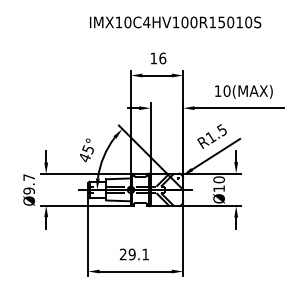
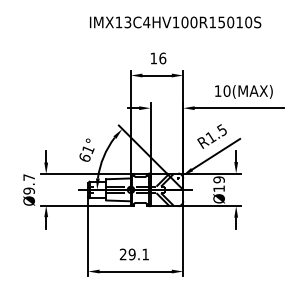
text at (127, 22): IMX10C4HV100R15010S -> IMX13C4HV100R15010S
text at (86, 153): 45° -> 61°
text at (218, 179): Ø10 -> Ø19
